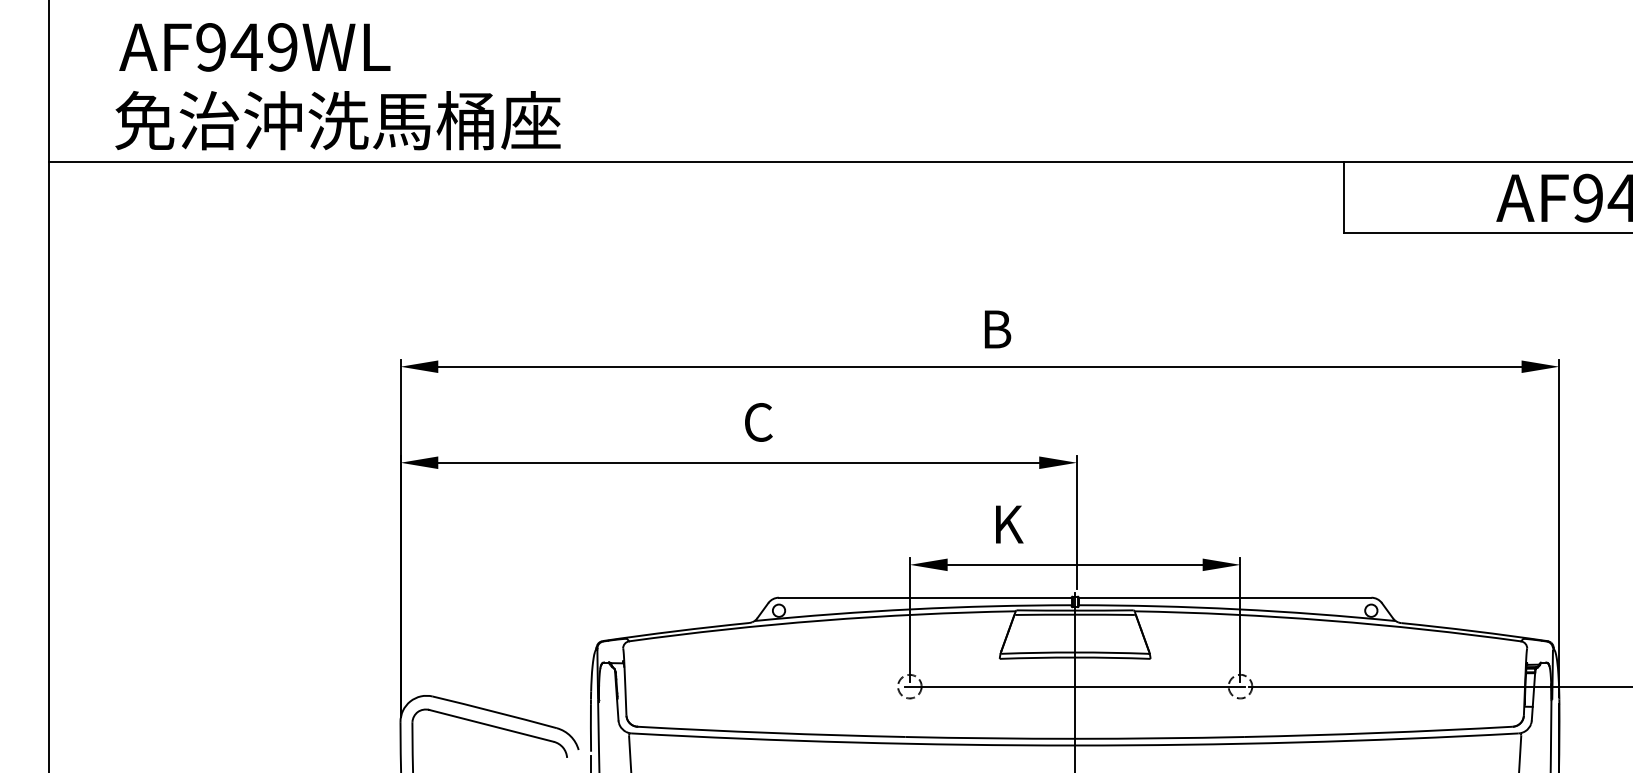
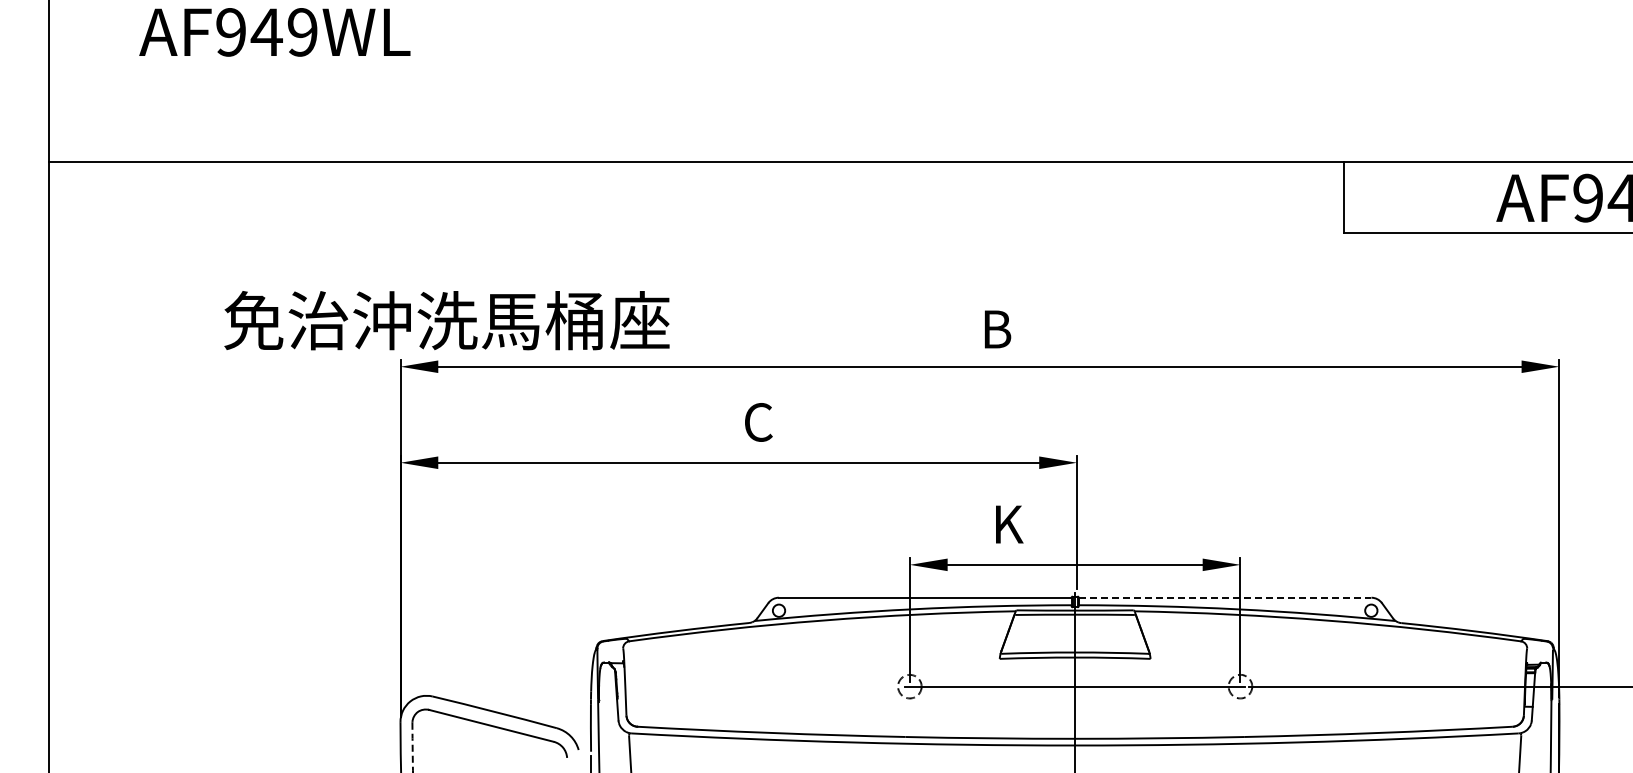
text at (254, 47) position: (254, 47) -> (274, 32)
text at (337, 120) position: (337, 120) -> (446, 320)
line at (1225, 597): solid -> dashed
arc at (412, 747): solid -> dashed
